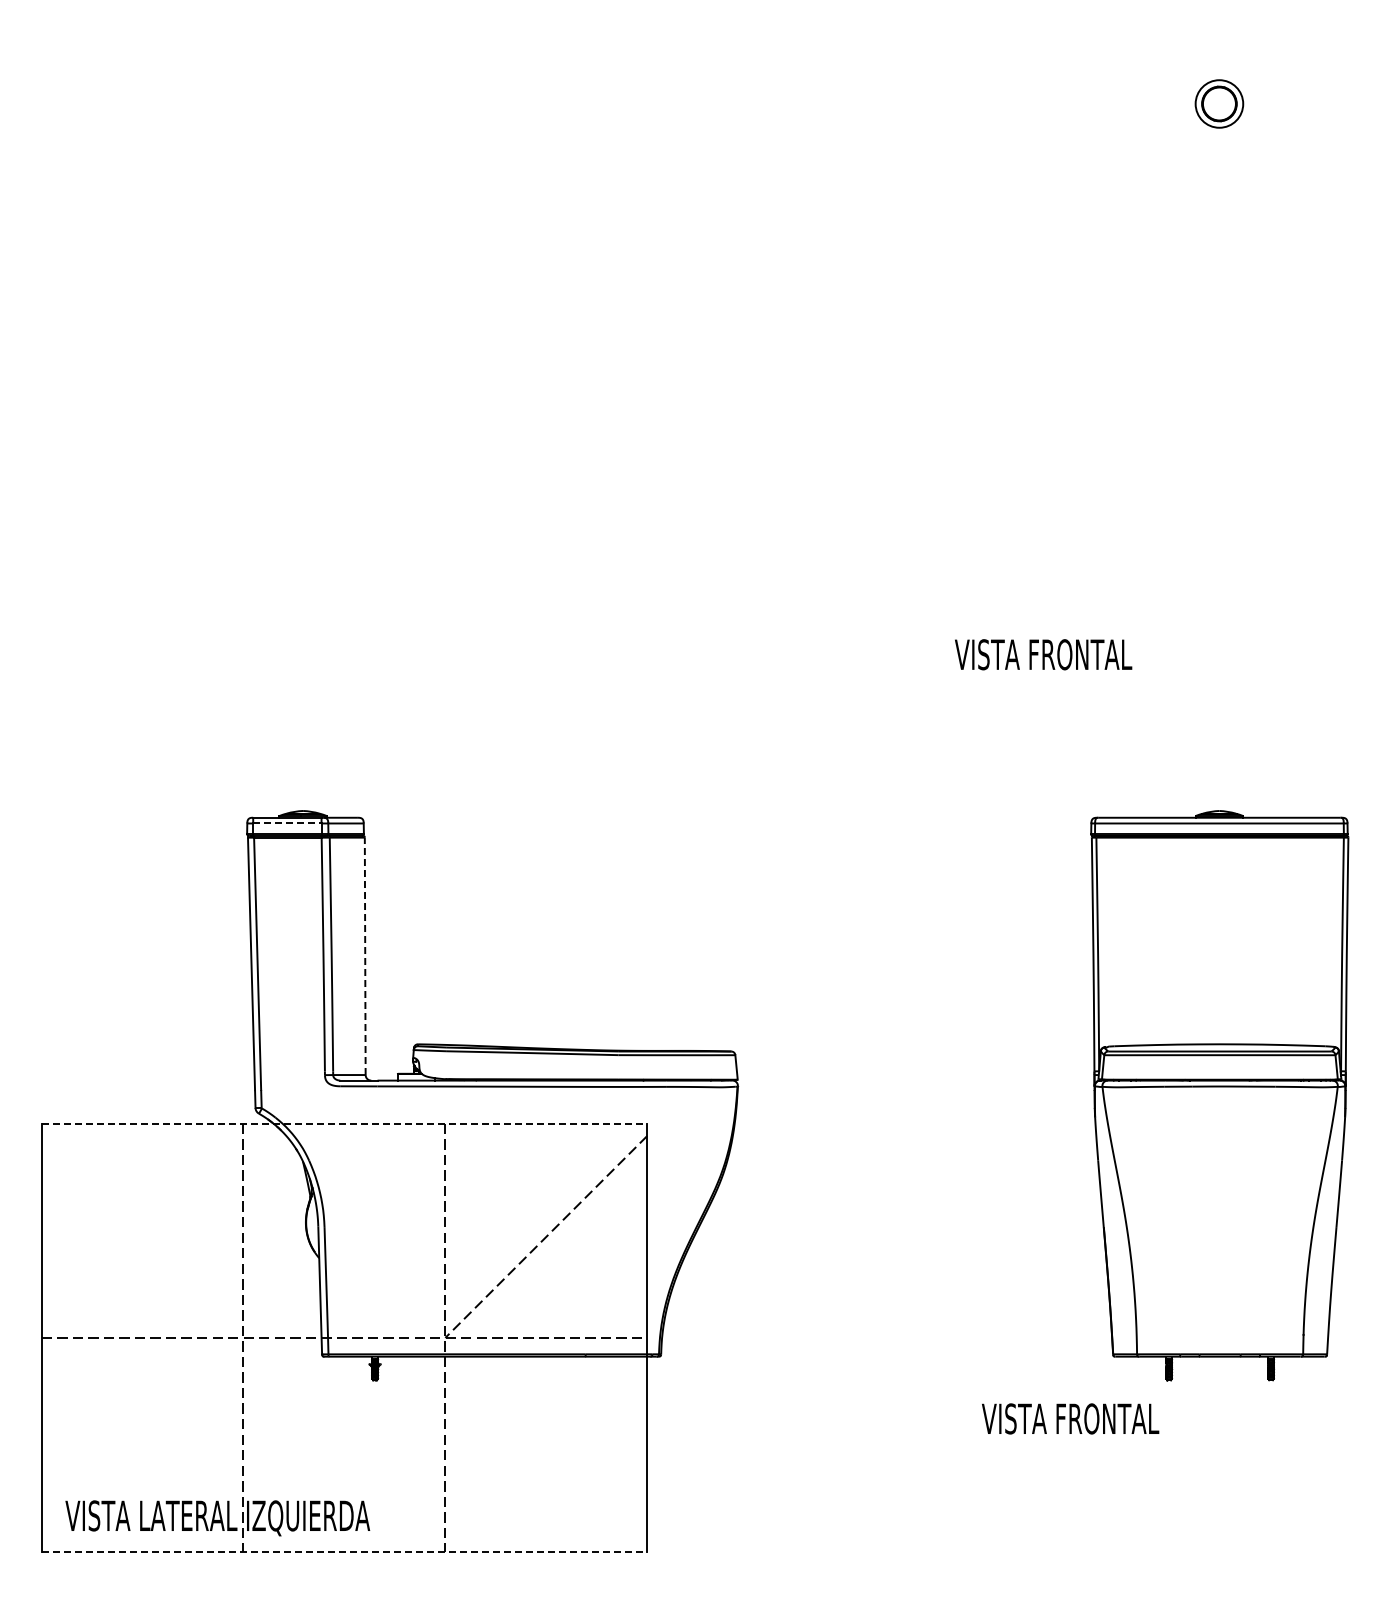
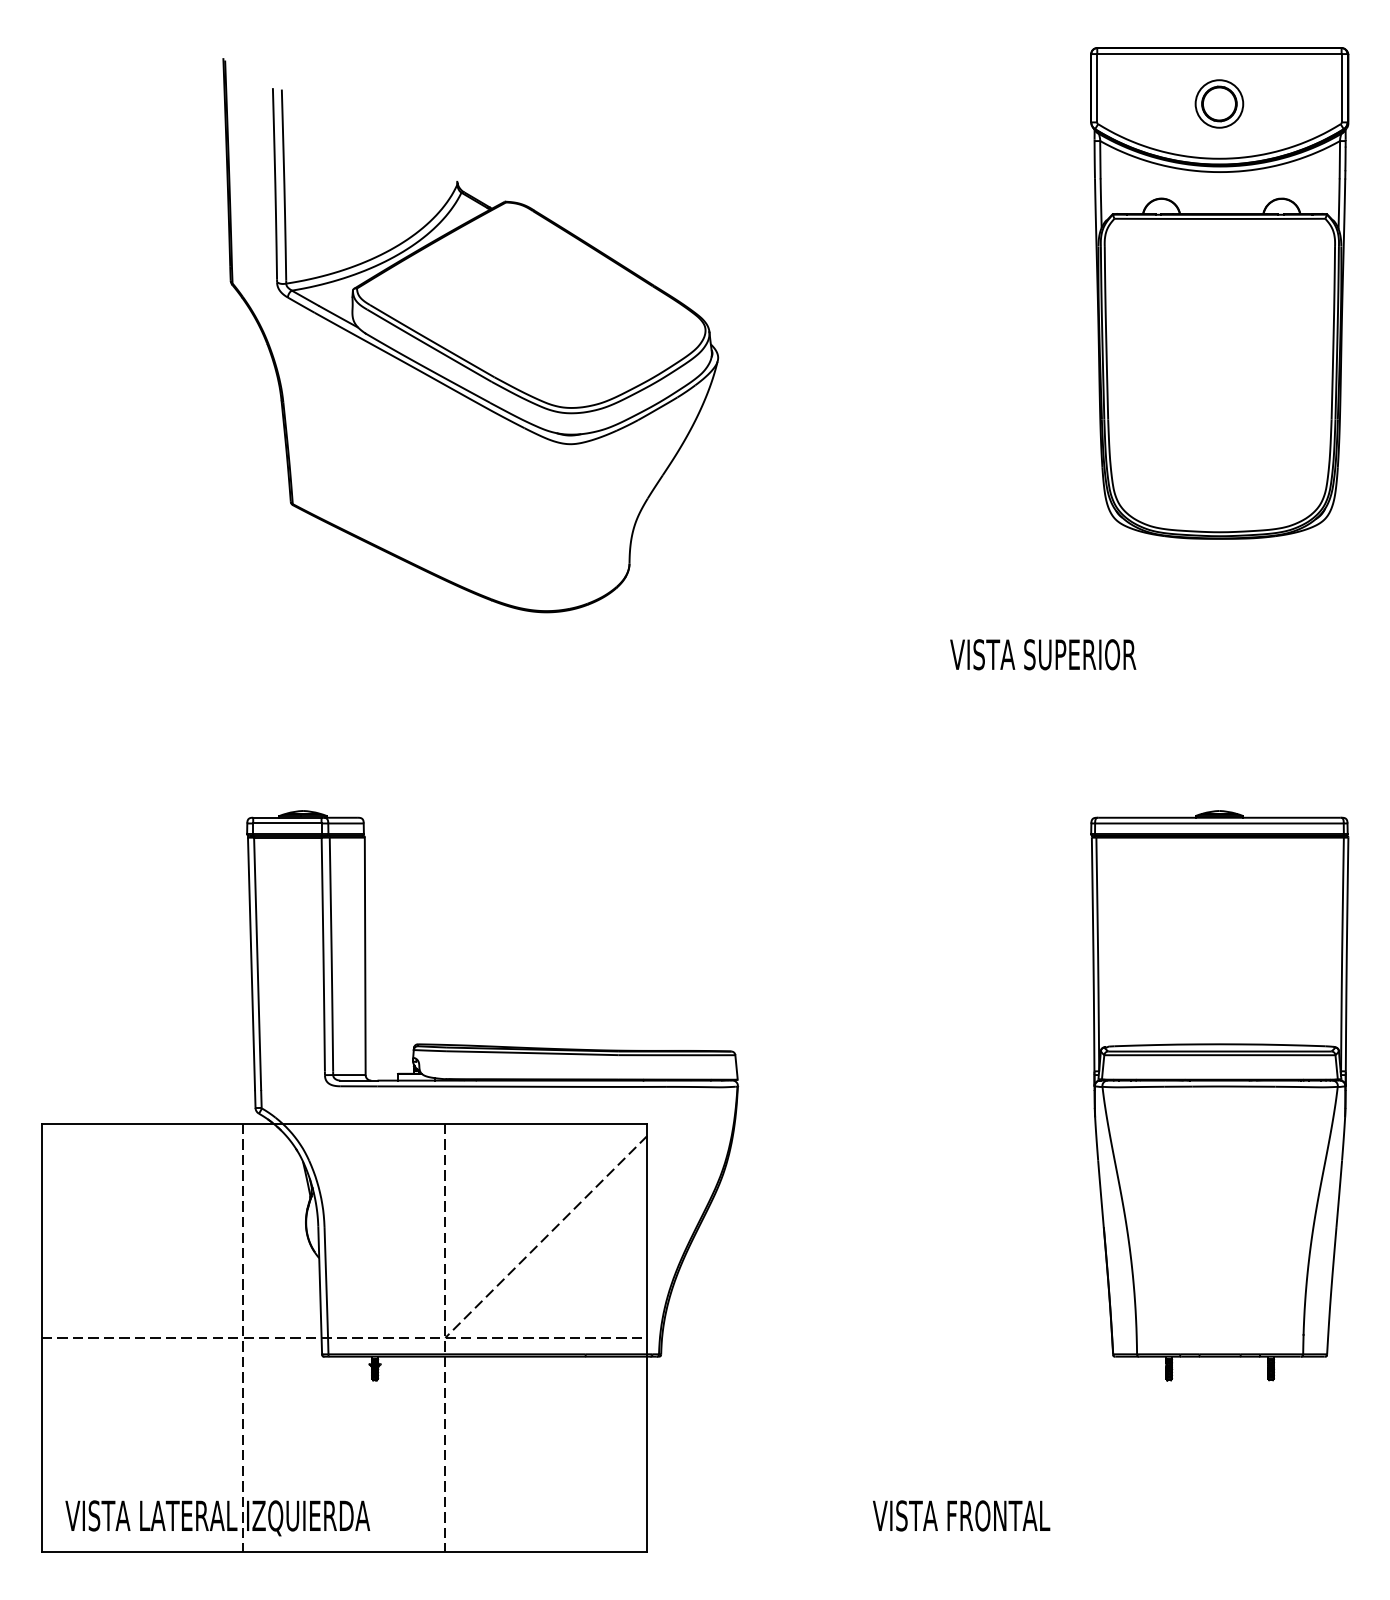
part at (1219, 293): none -> present
part at (470, 335): none -> present
text at (1043, 654): VISTA FRONTAL -> VISTA SUPERIOR
line at (287, 823): dashed -> solid
line at (365, 956): dashed -> solid
line at (344, 1123): dashed -> solid
text at (1070, 1418) position: (1070, 1418) -> (961, 1515)
line at (344, 1552): dashed -> solid
